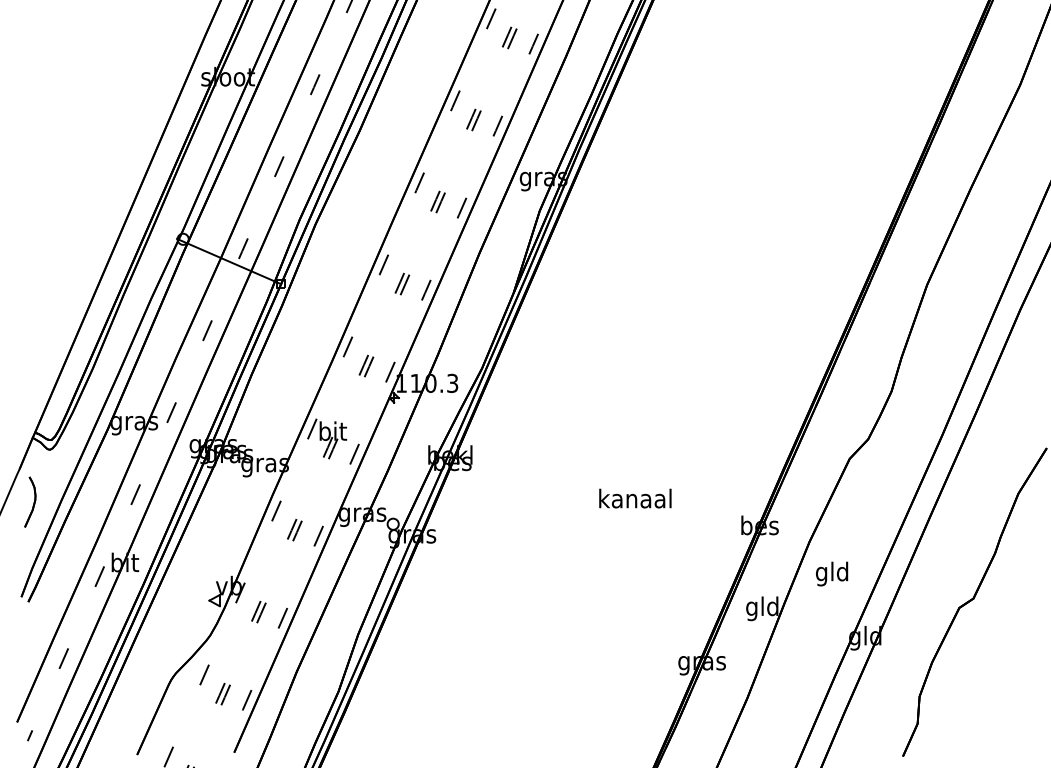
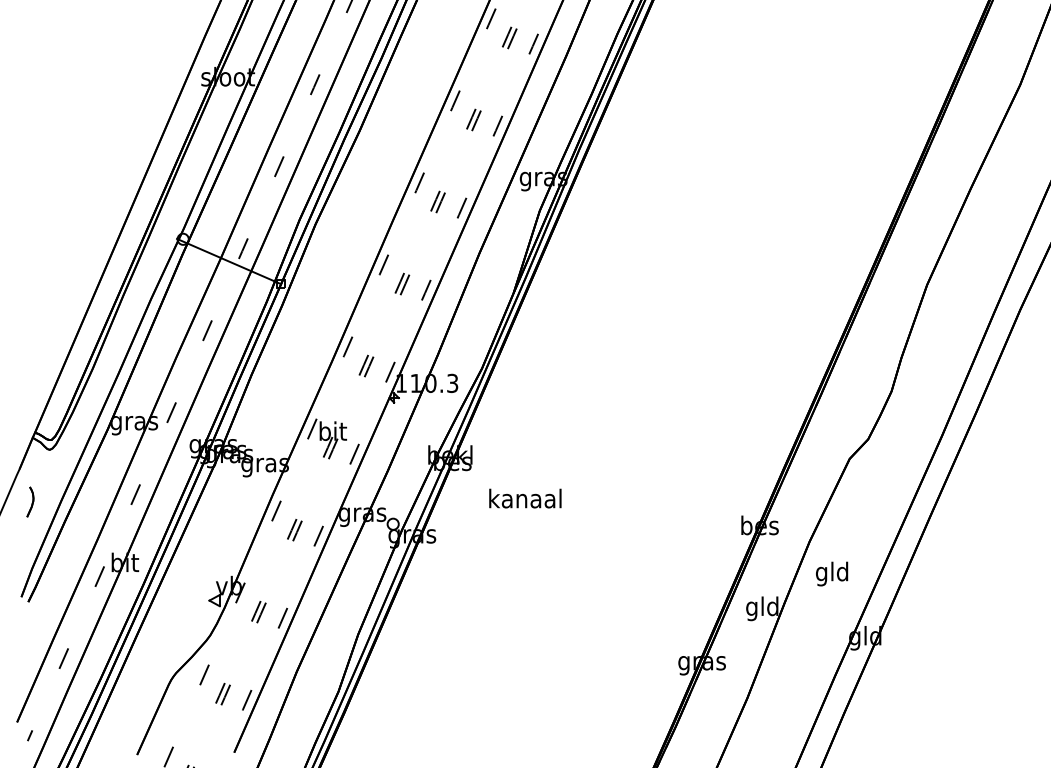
text at (635, 498) position: (635, 498) -> (525, 498)
part at (30, 501) size: 13x52 px -> 9x32 px
part at (974, 601): present -> none
